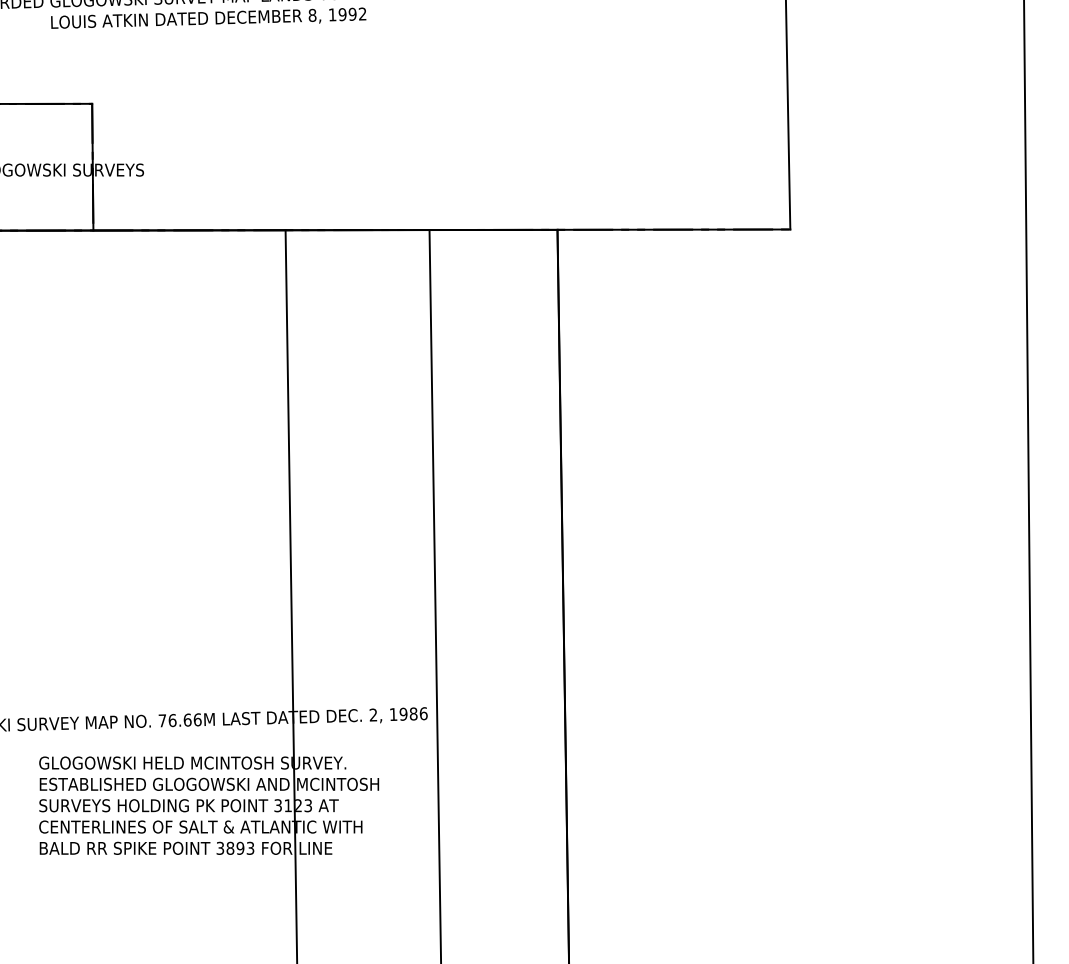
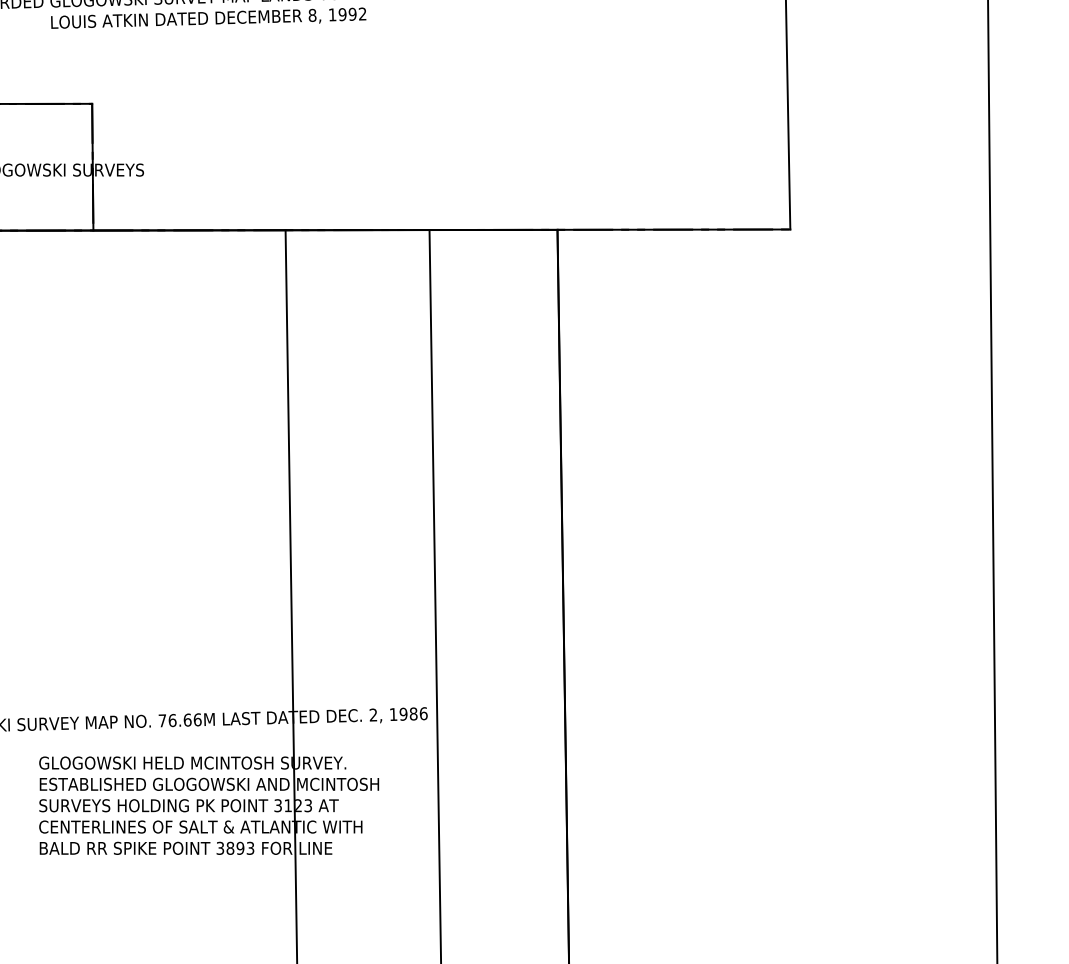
line at (1028, 481) position: (1028, 481) -> (992, 481)
